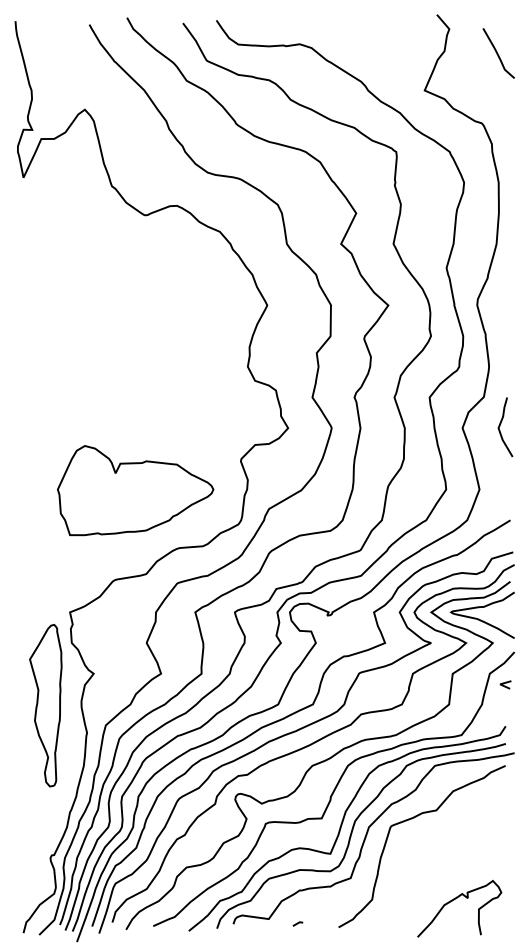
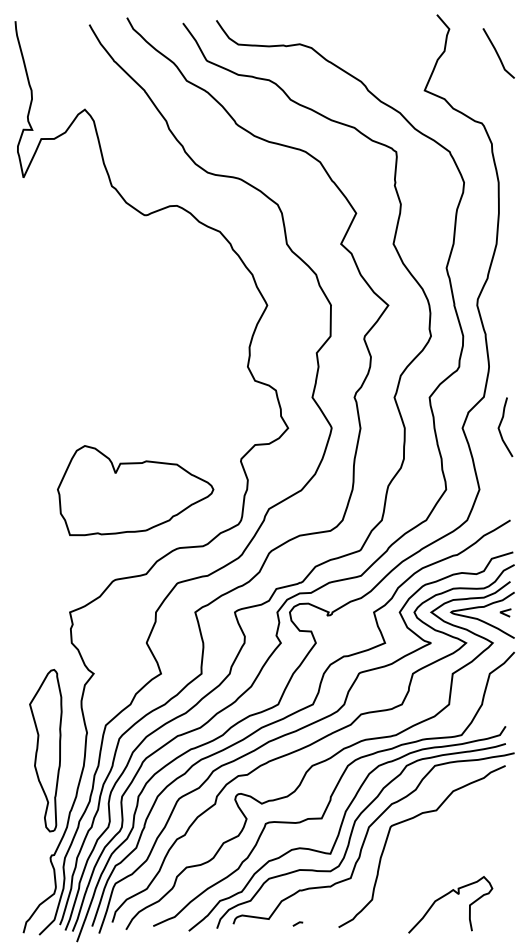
line at (505, 683) position: (505, 683) -> (505, 611)
part at (45, 705) position: (45, 705) -> (45, 750)
curve at (454, 900) position: (454, 900) -> (445, 896)
